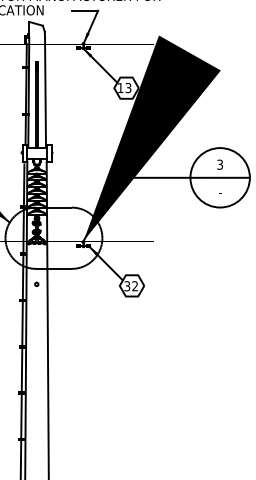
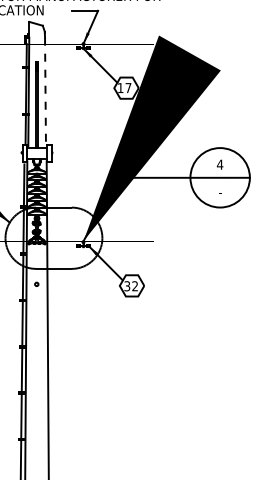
text at (128, 88): 13 -> 17
line at (45, 92): solid -> dashed
text at (219, 164): 3 -> 4
